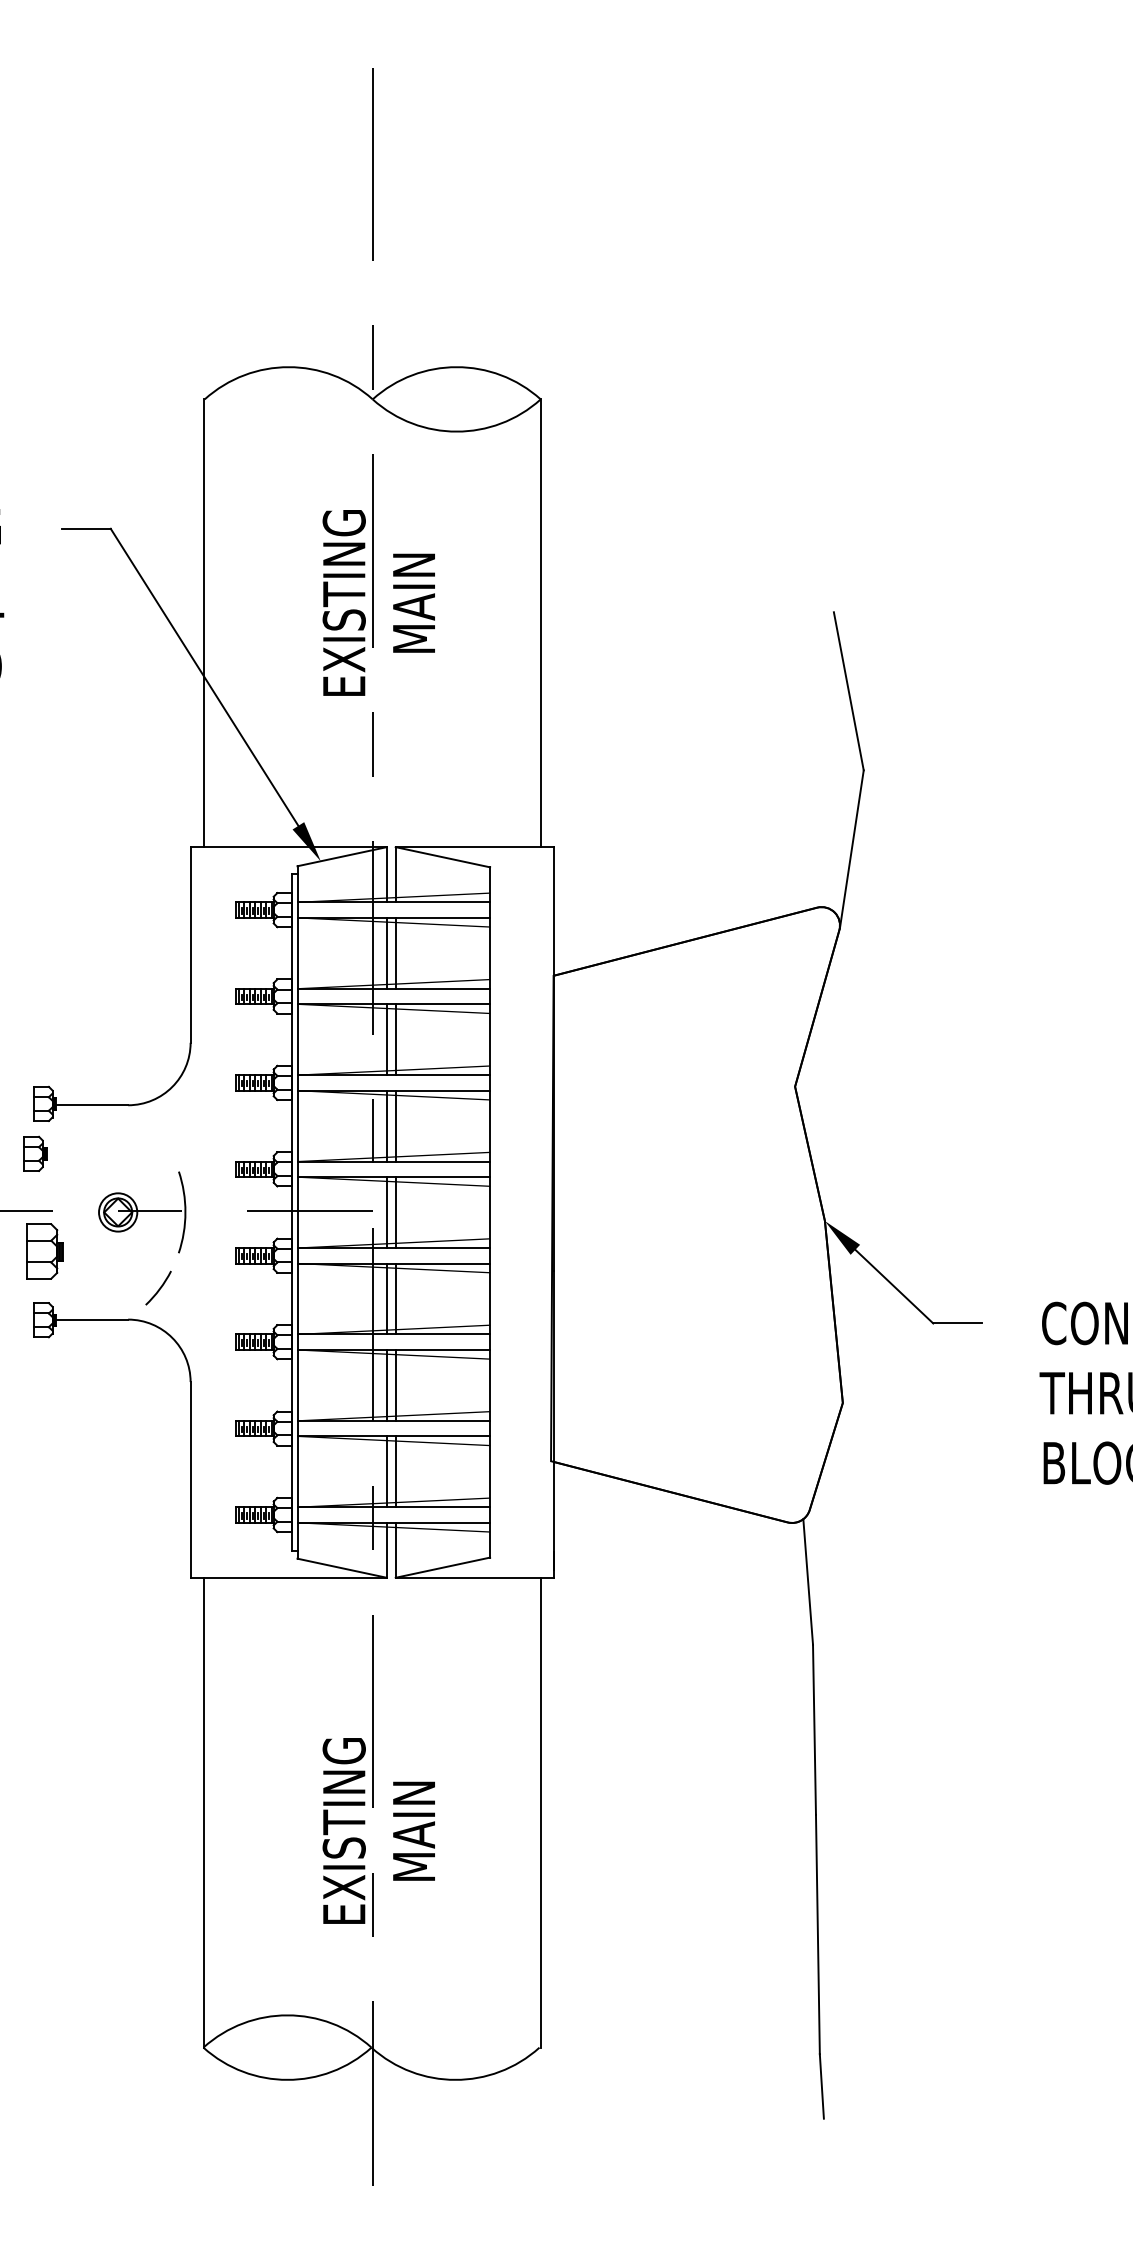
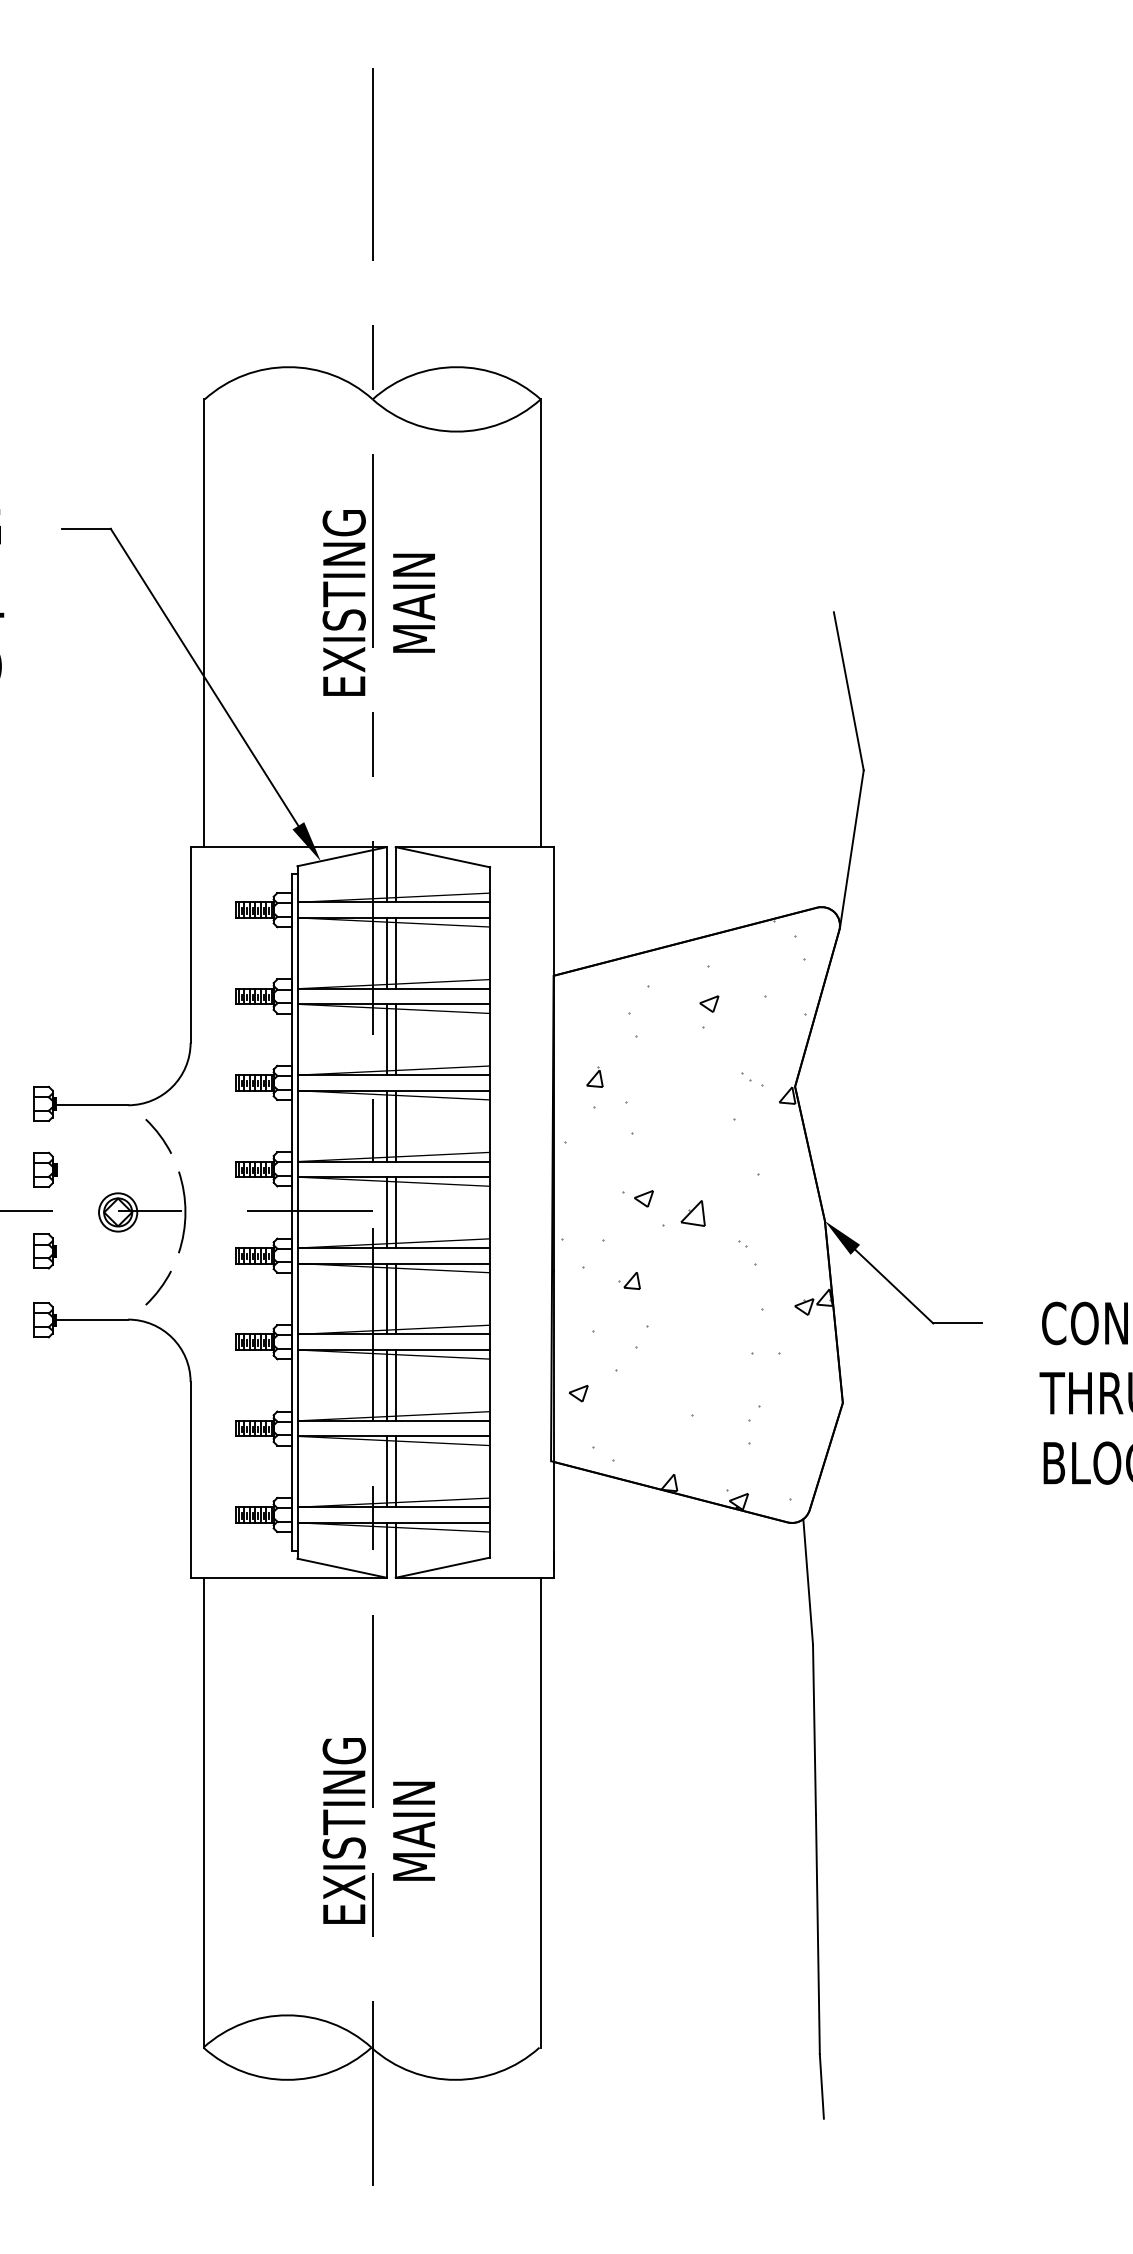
arc at (158, 1135): none -> present
part at (35, 1153) position: (35, 1153) -> (45, 1169)
hatch at (696, 1214): none -> present
part at (44, 1251) size: 38x57 px -> 24x37 px
